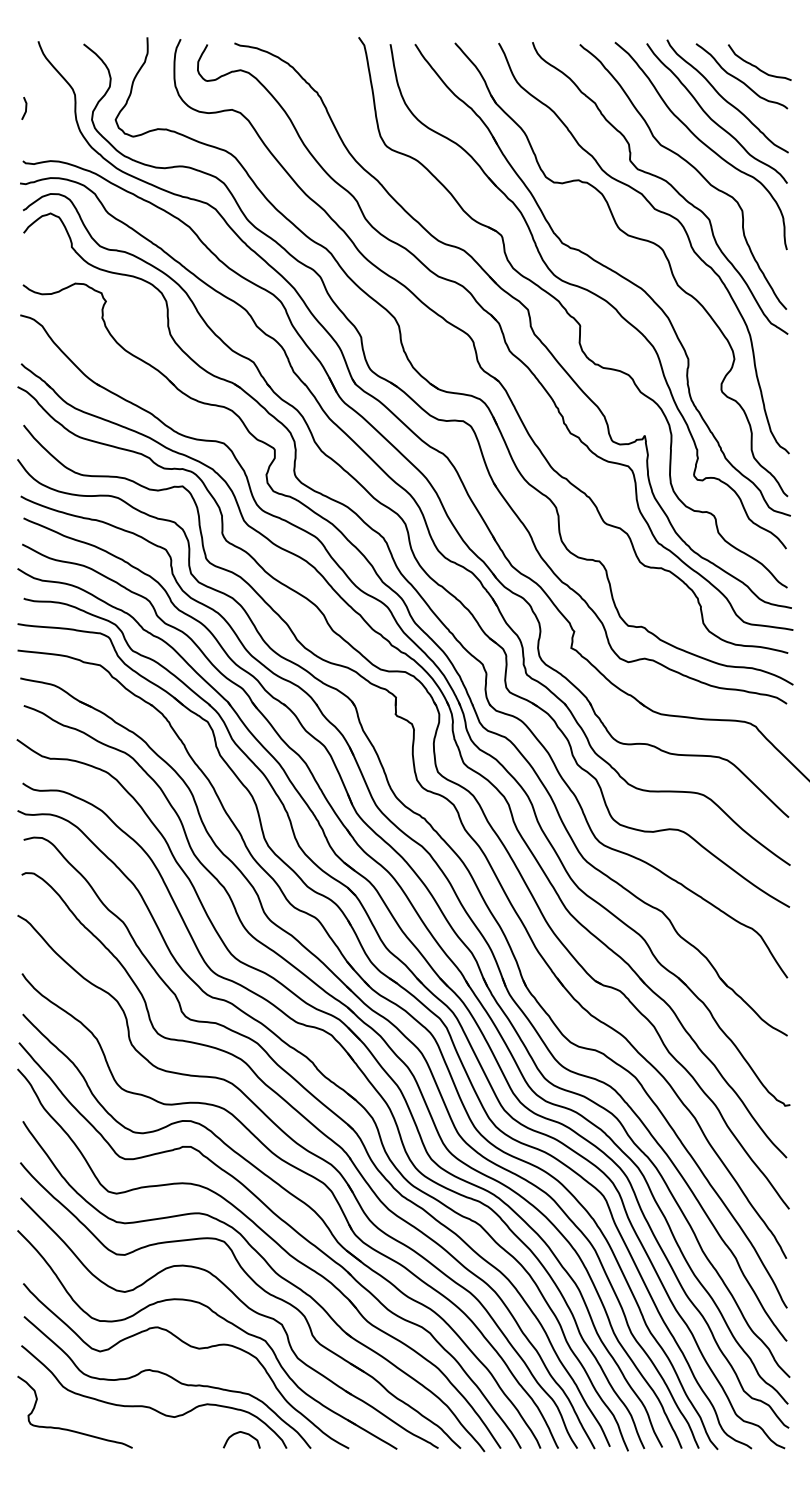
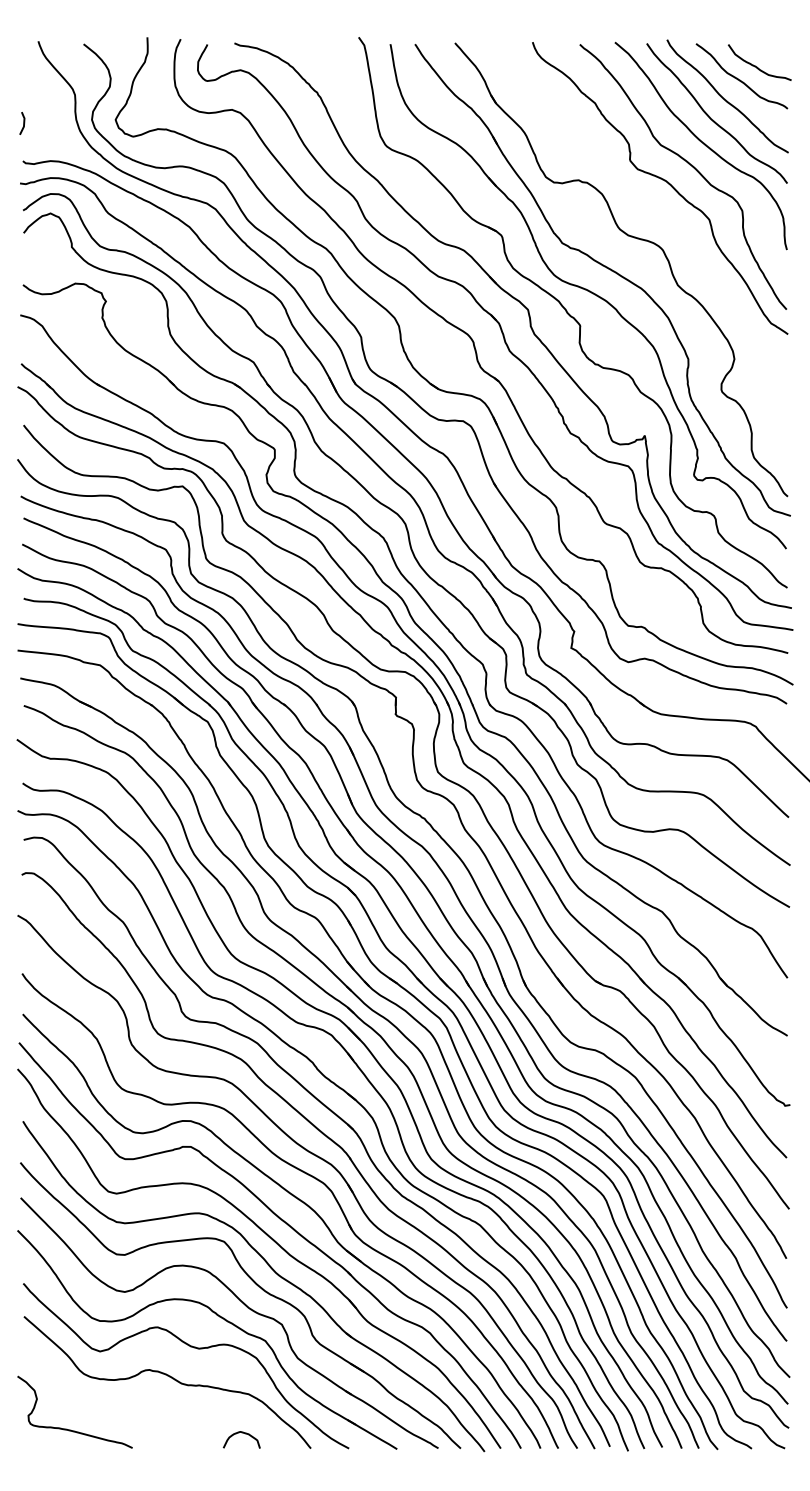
line at (25, 108) position: (25, 108) -> (23, 123)
curve at (659, 212): present -> none
curve at (149, 1406): present -> none
